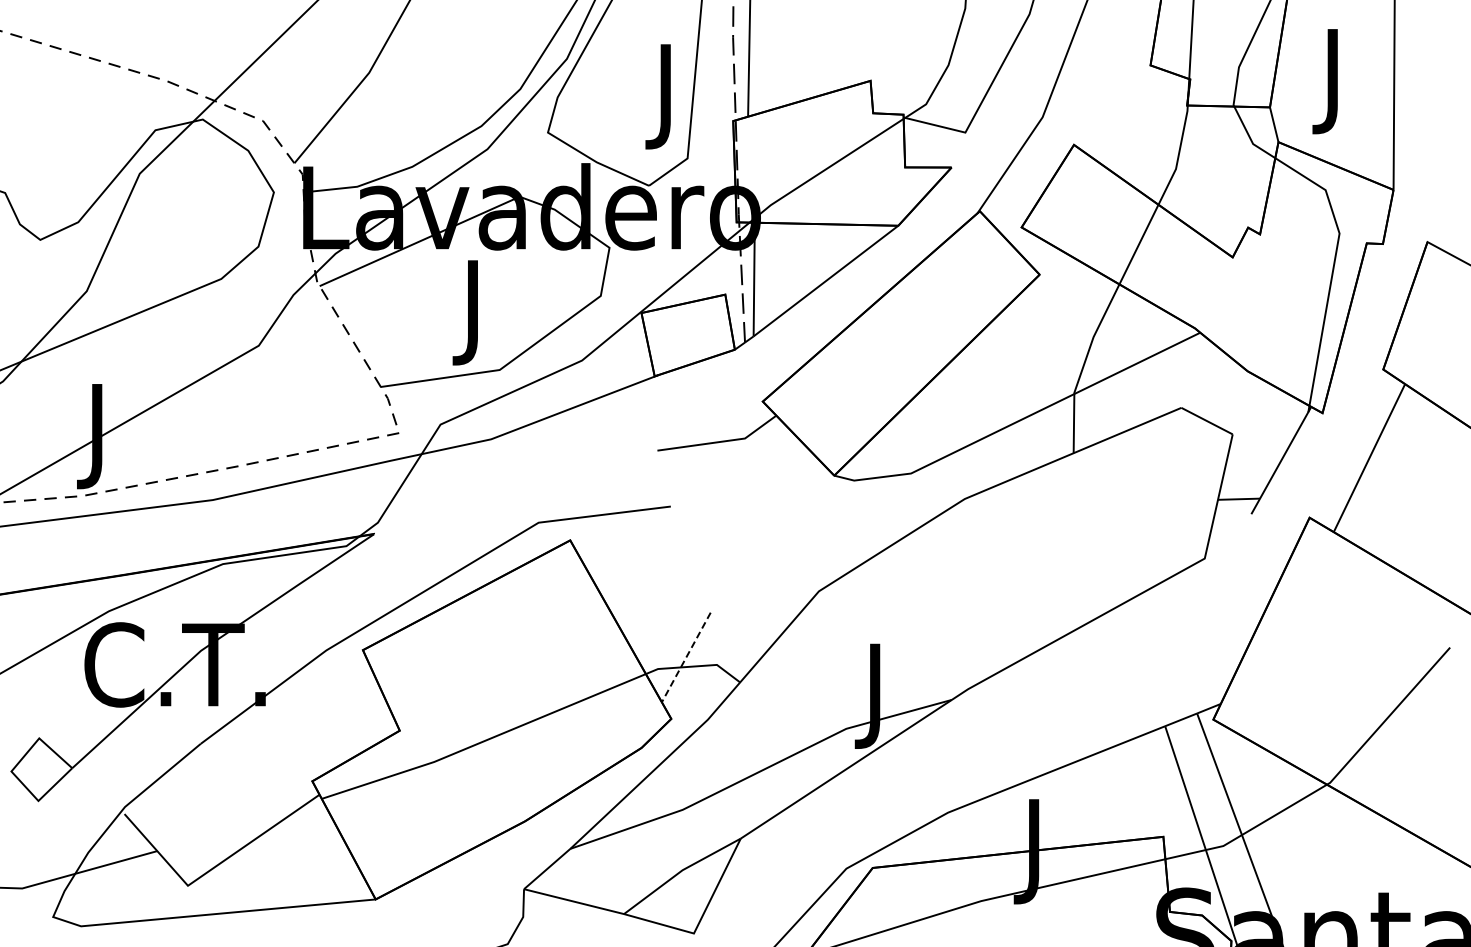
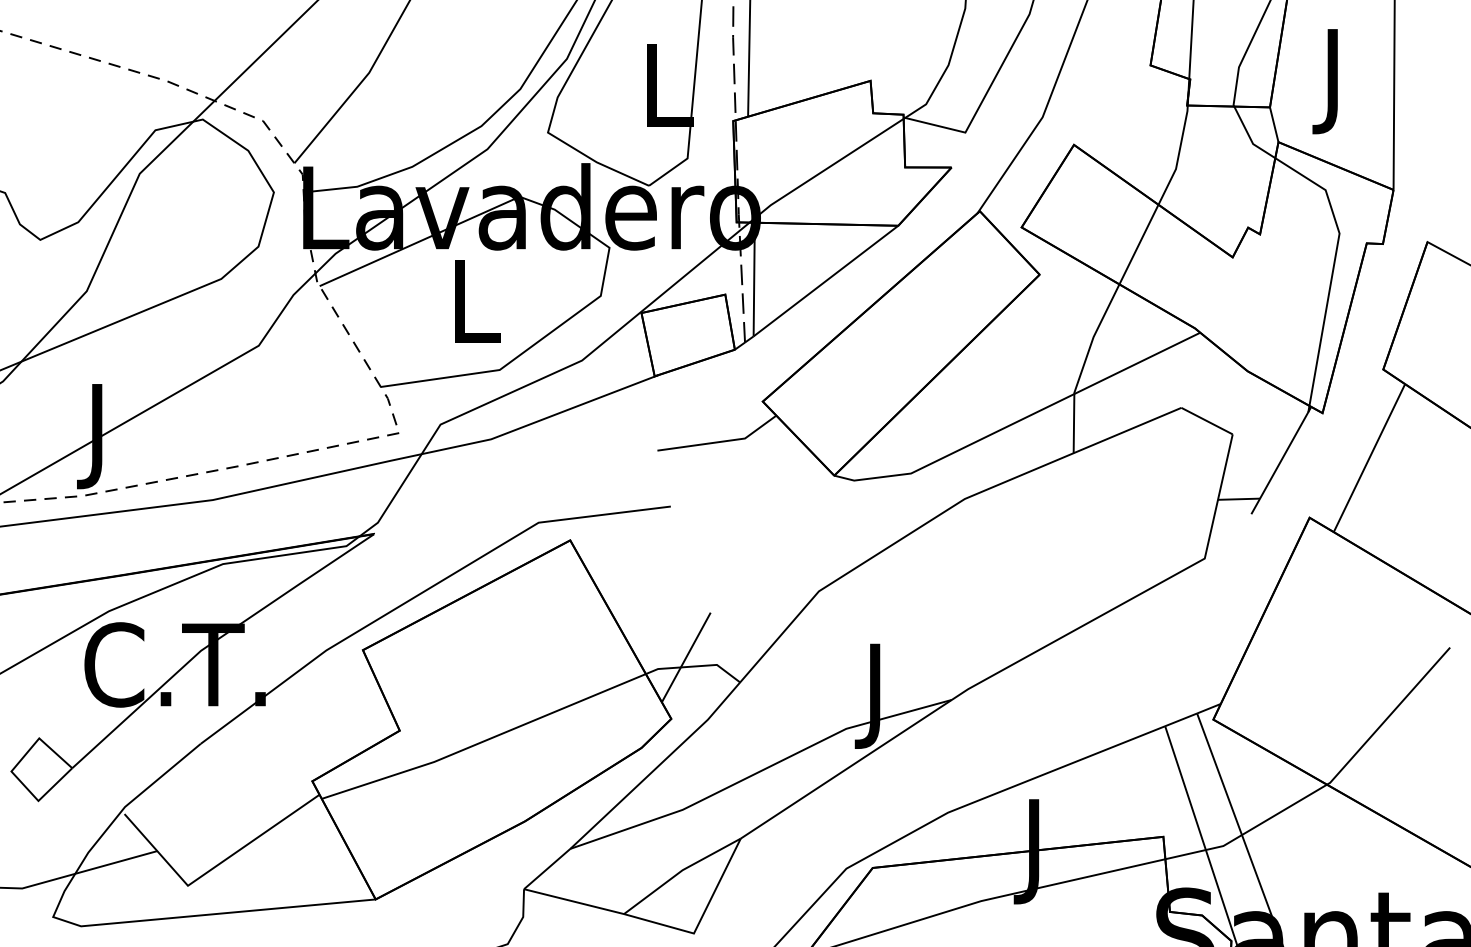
text at (669, 96): J -> L
text at (476, 312): J -> L
line at (686, 657): dashed -> solid
